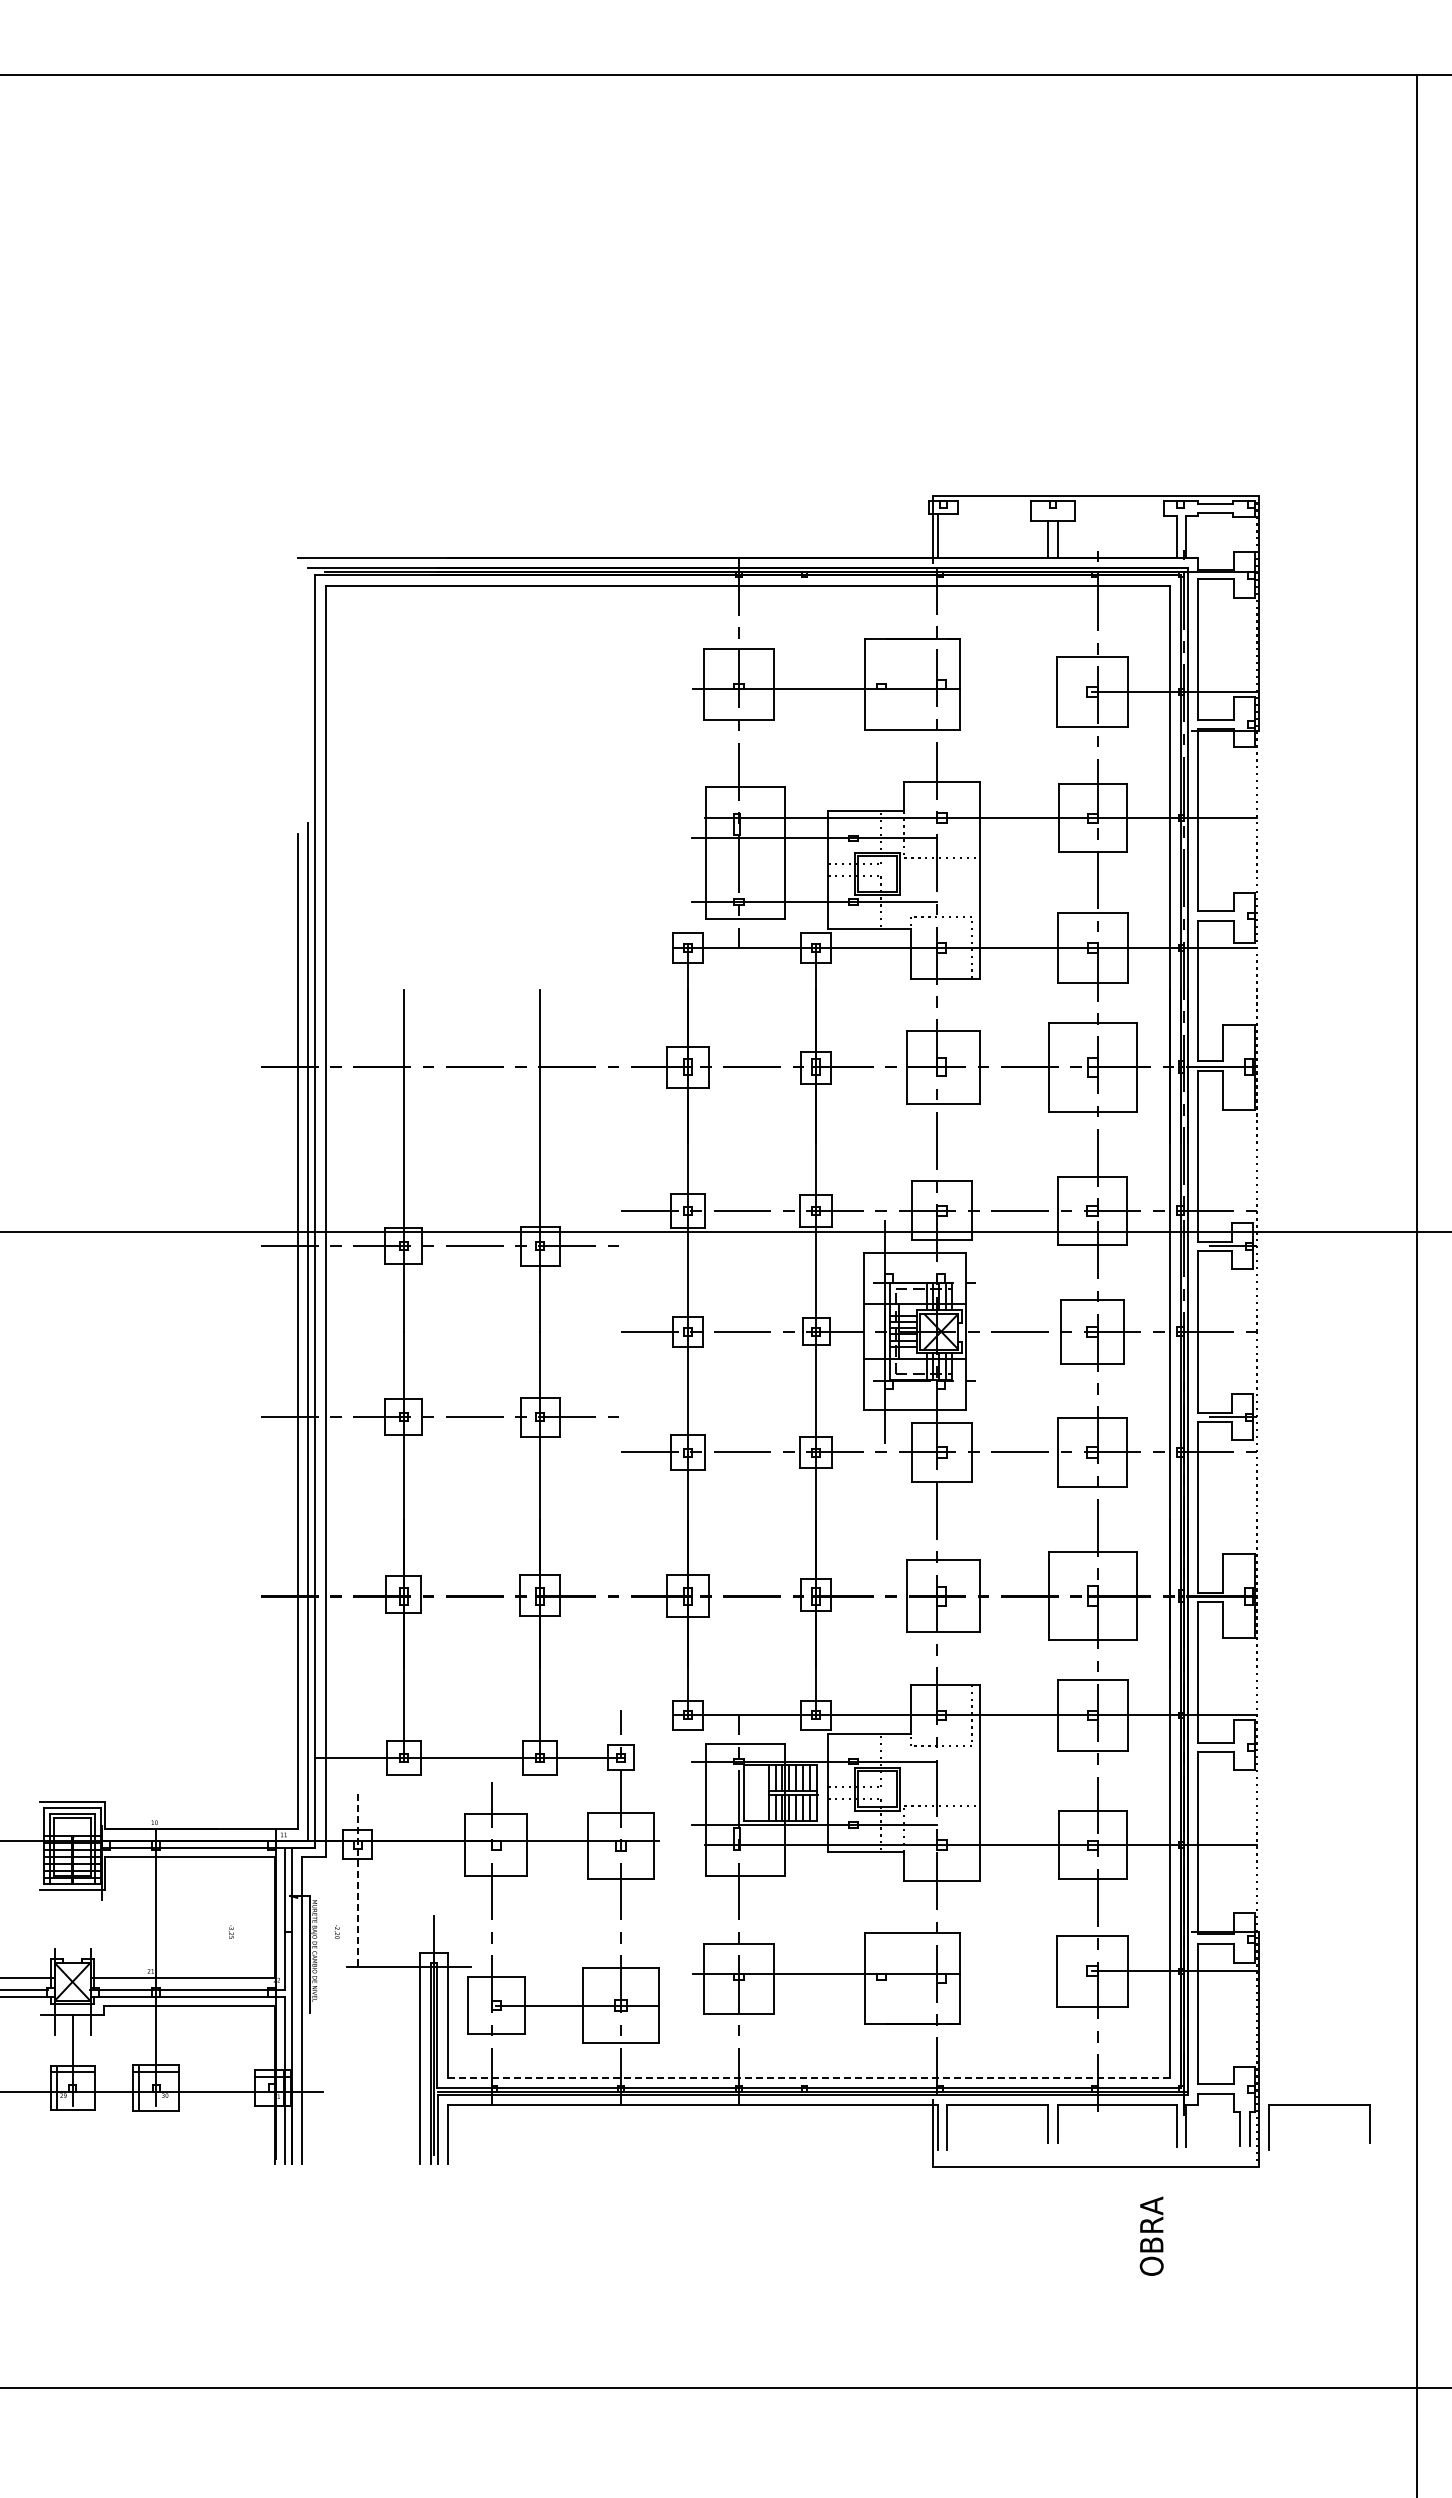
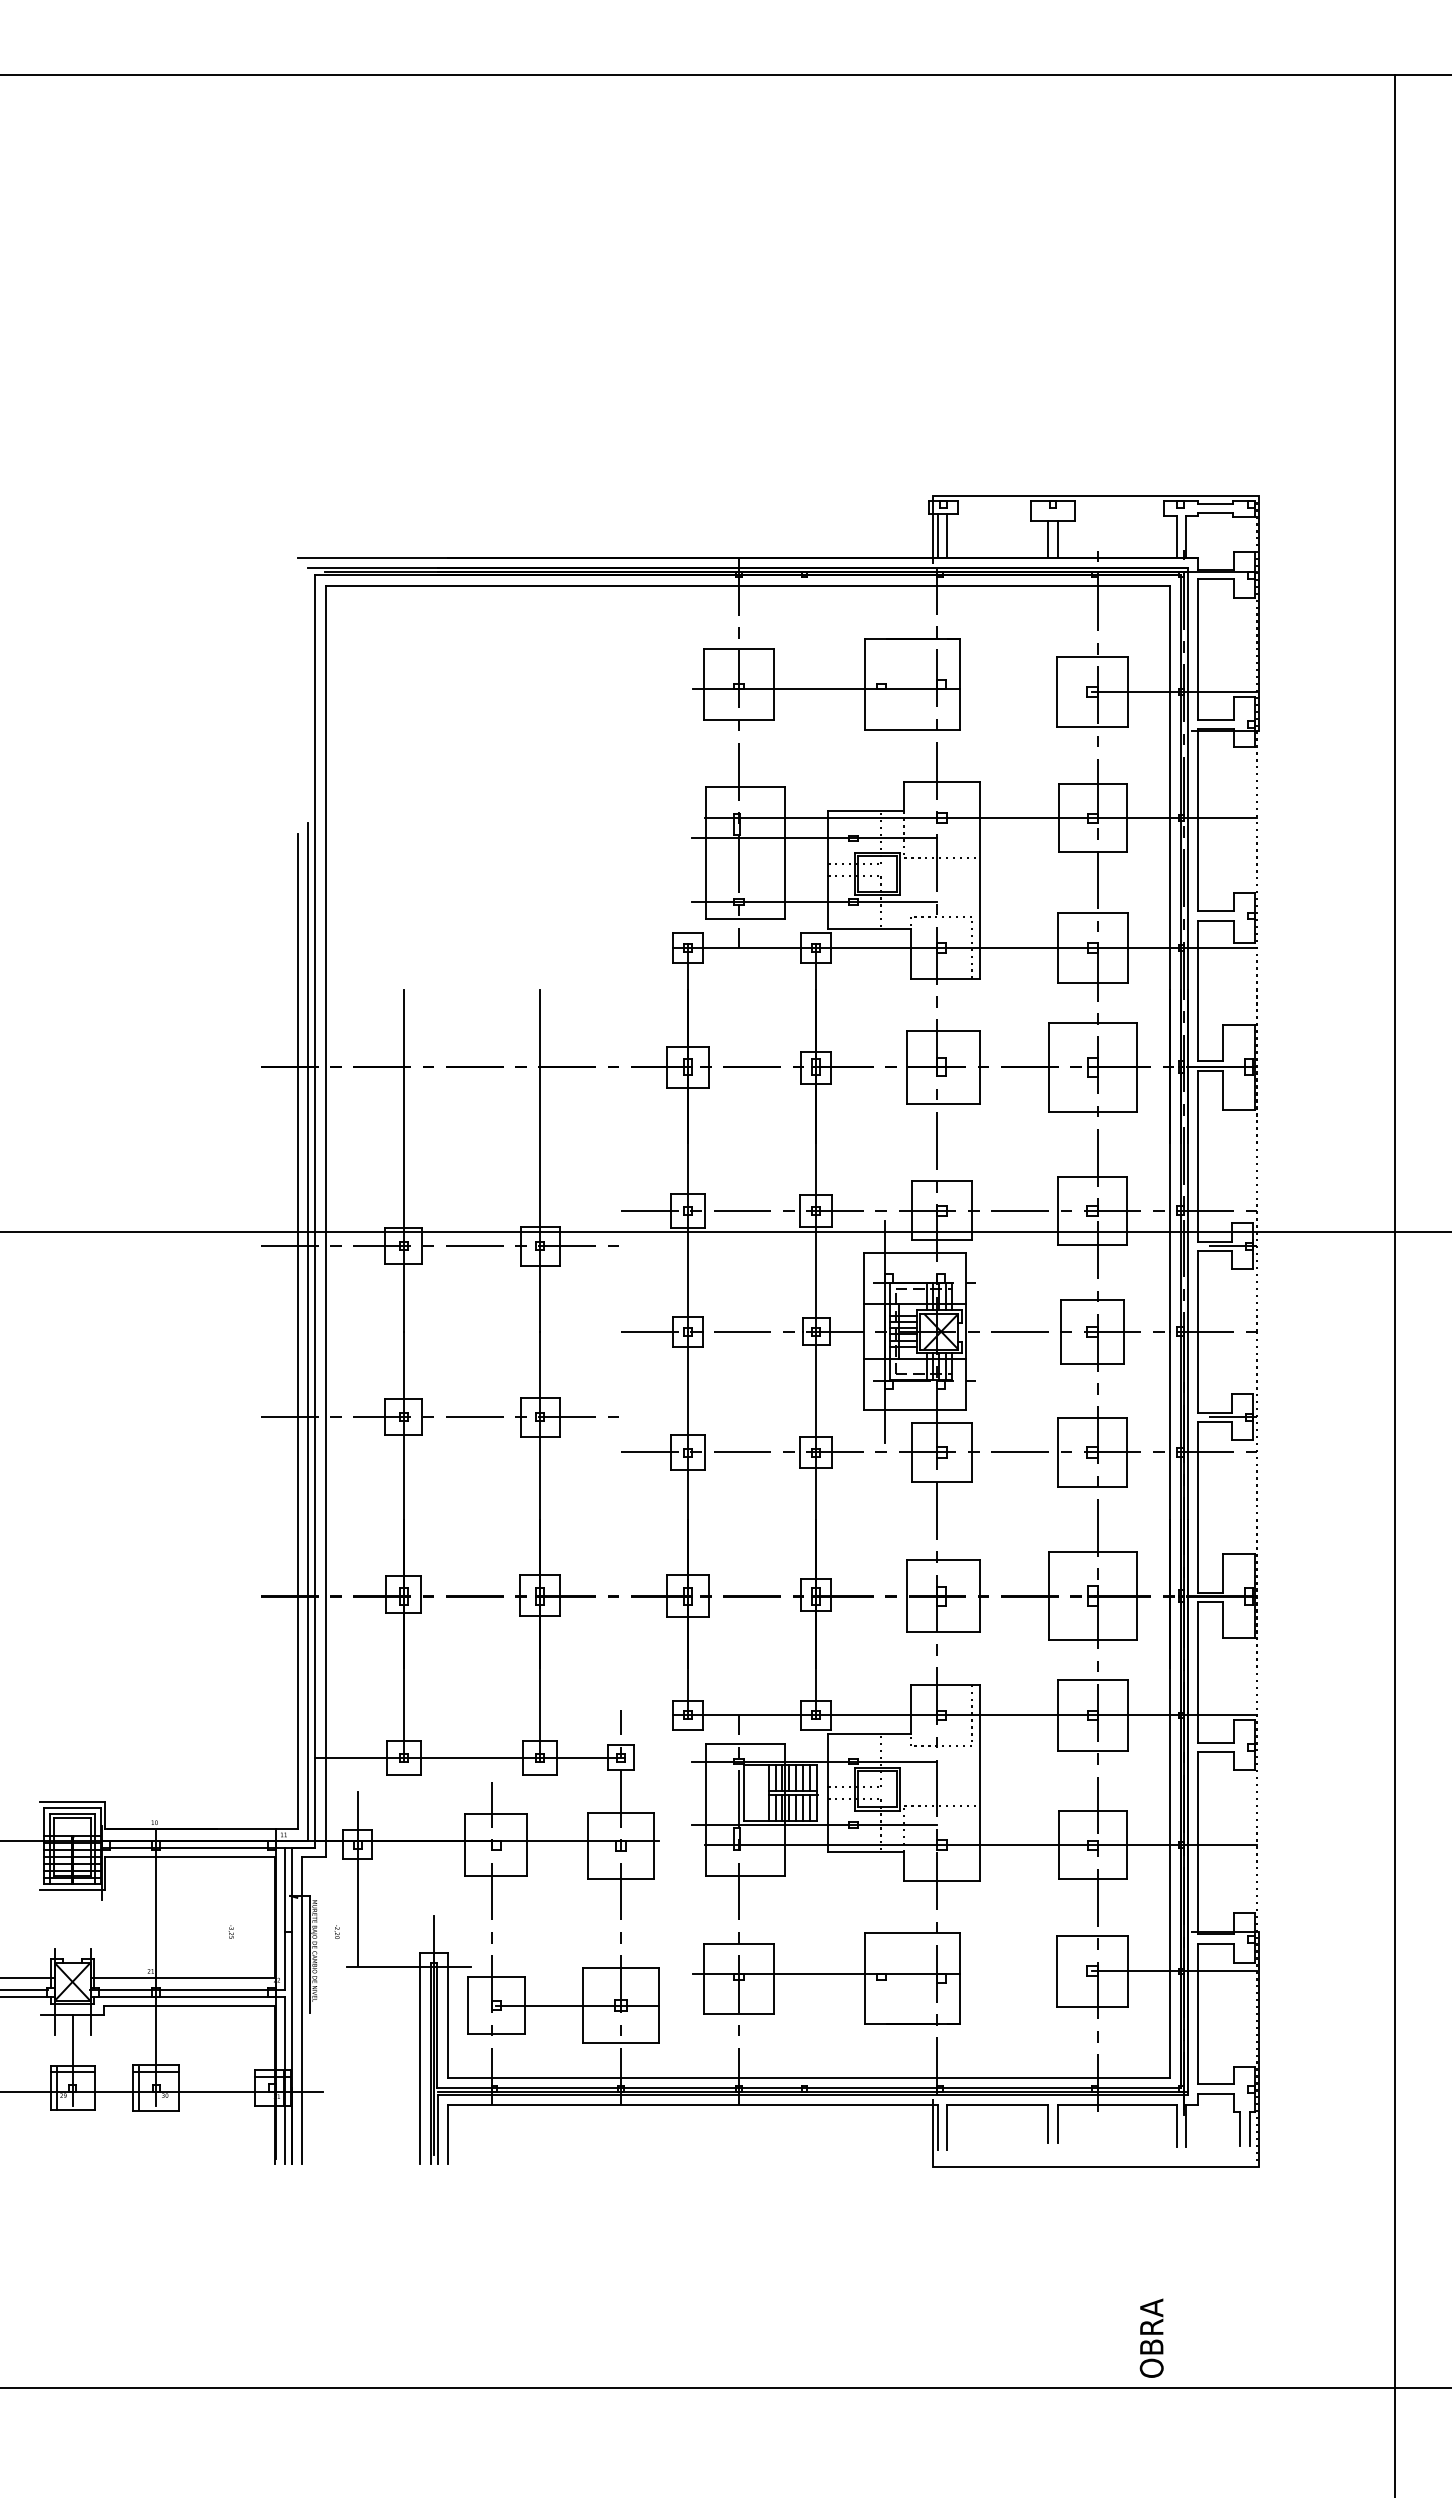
line at (947, 535): none -> present
line at (1416, 1284) position: (1416, 1284) -> (1394, 1284)
line at (357, 1878): dashed -> solid
line at (809, 2077): dashed -> solid
part at (1319, 2105): present -> none
text at (1151, 2235) position: (1151, 2235) -> (1151, 2337)
